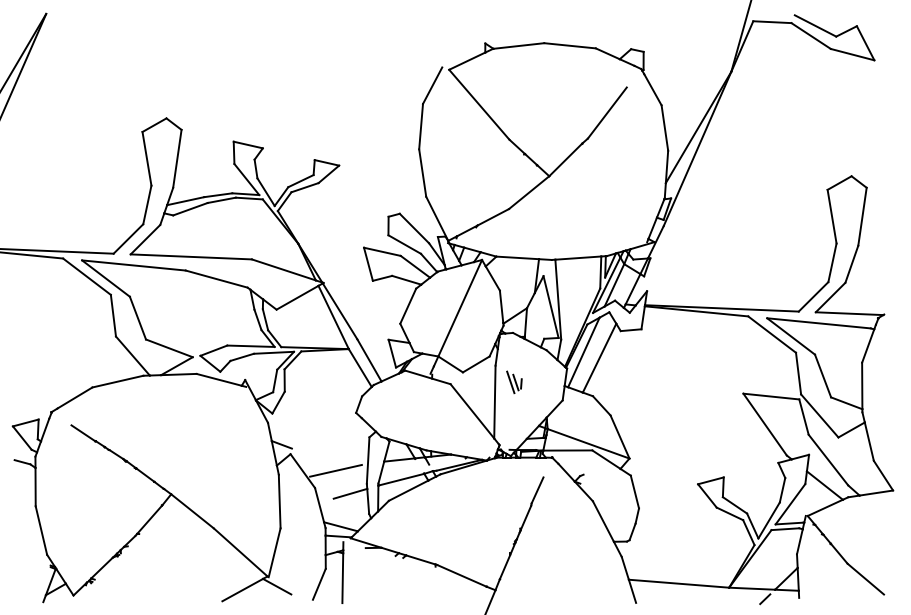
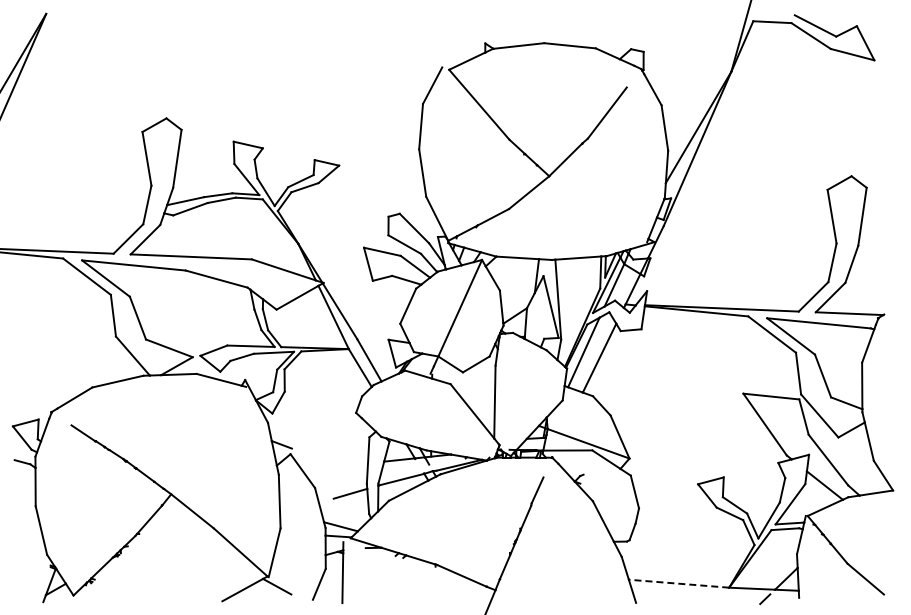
part at (514, 382): present -> none
line at (335, 470): present -> none
line at (678, 583): solid -> dashed
